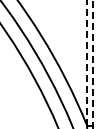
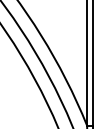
line at (87, 62): dashed -> solid
line at (93, 63): dashed -> solid
